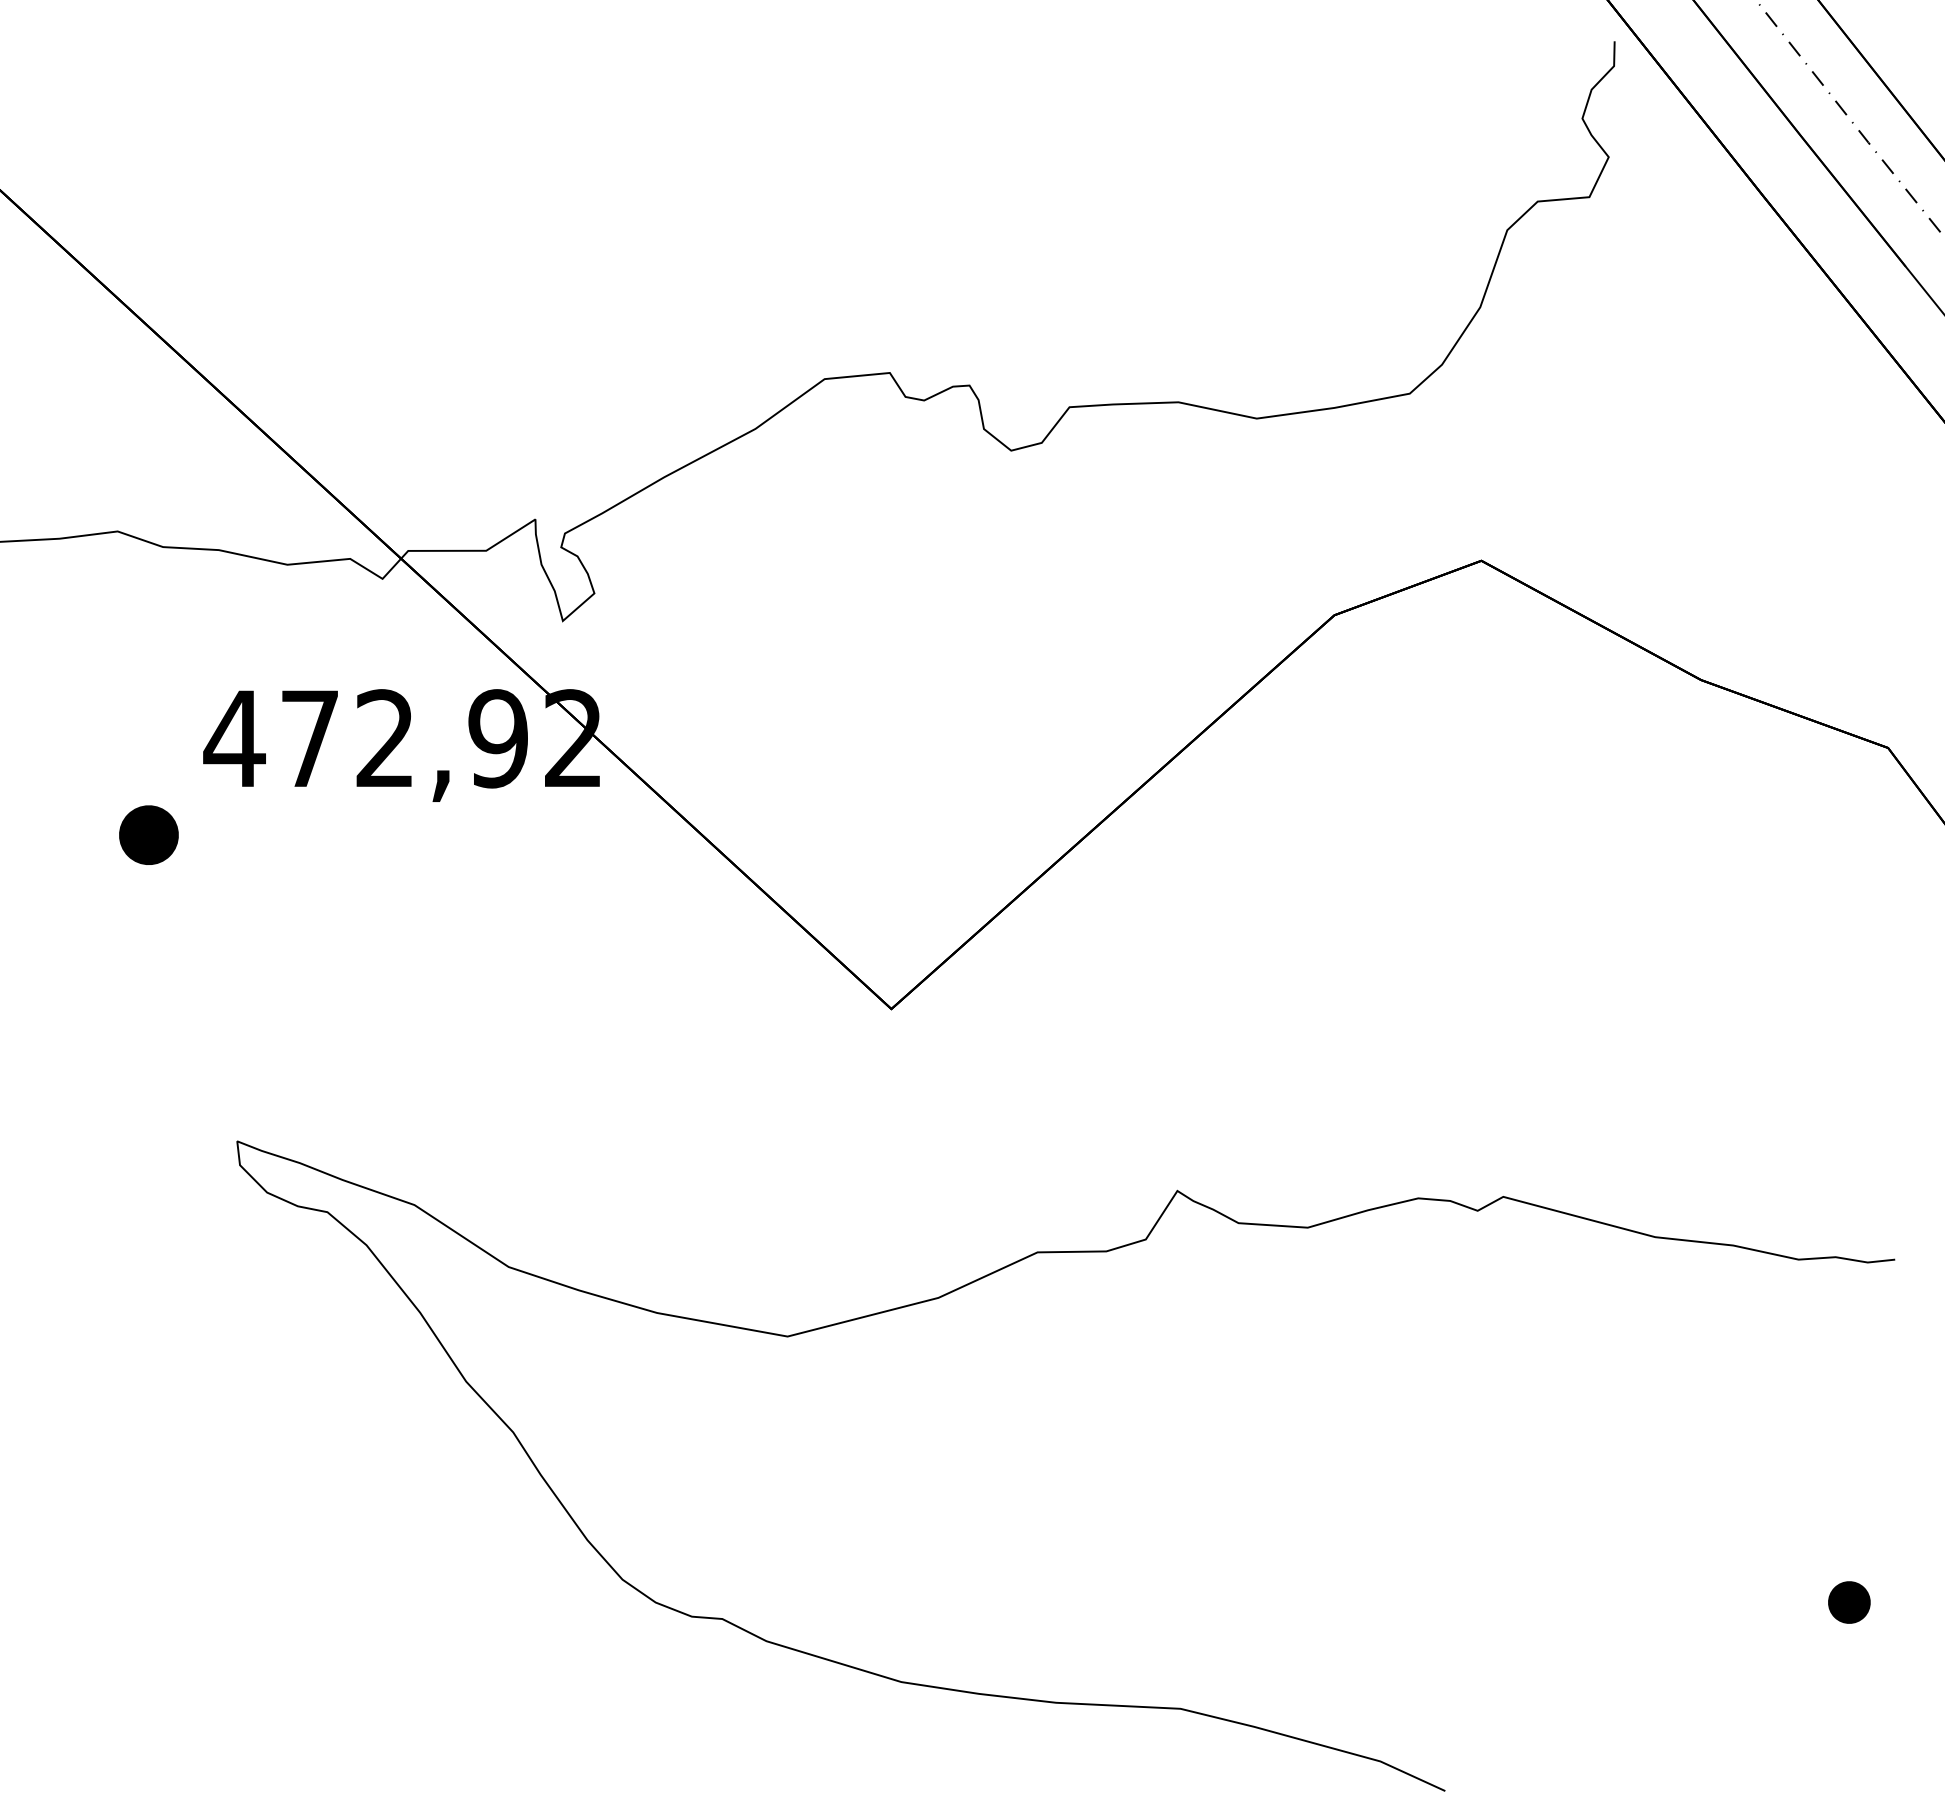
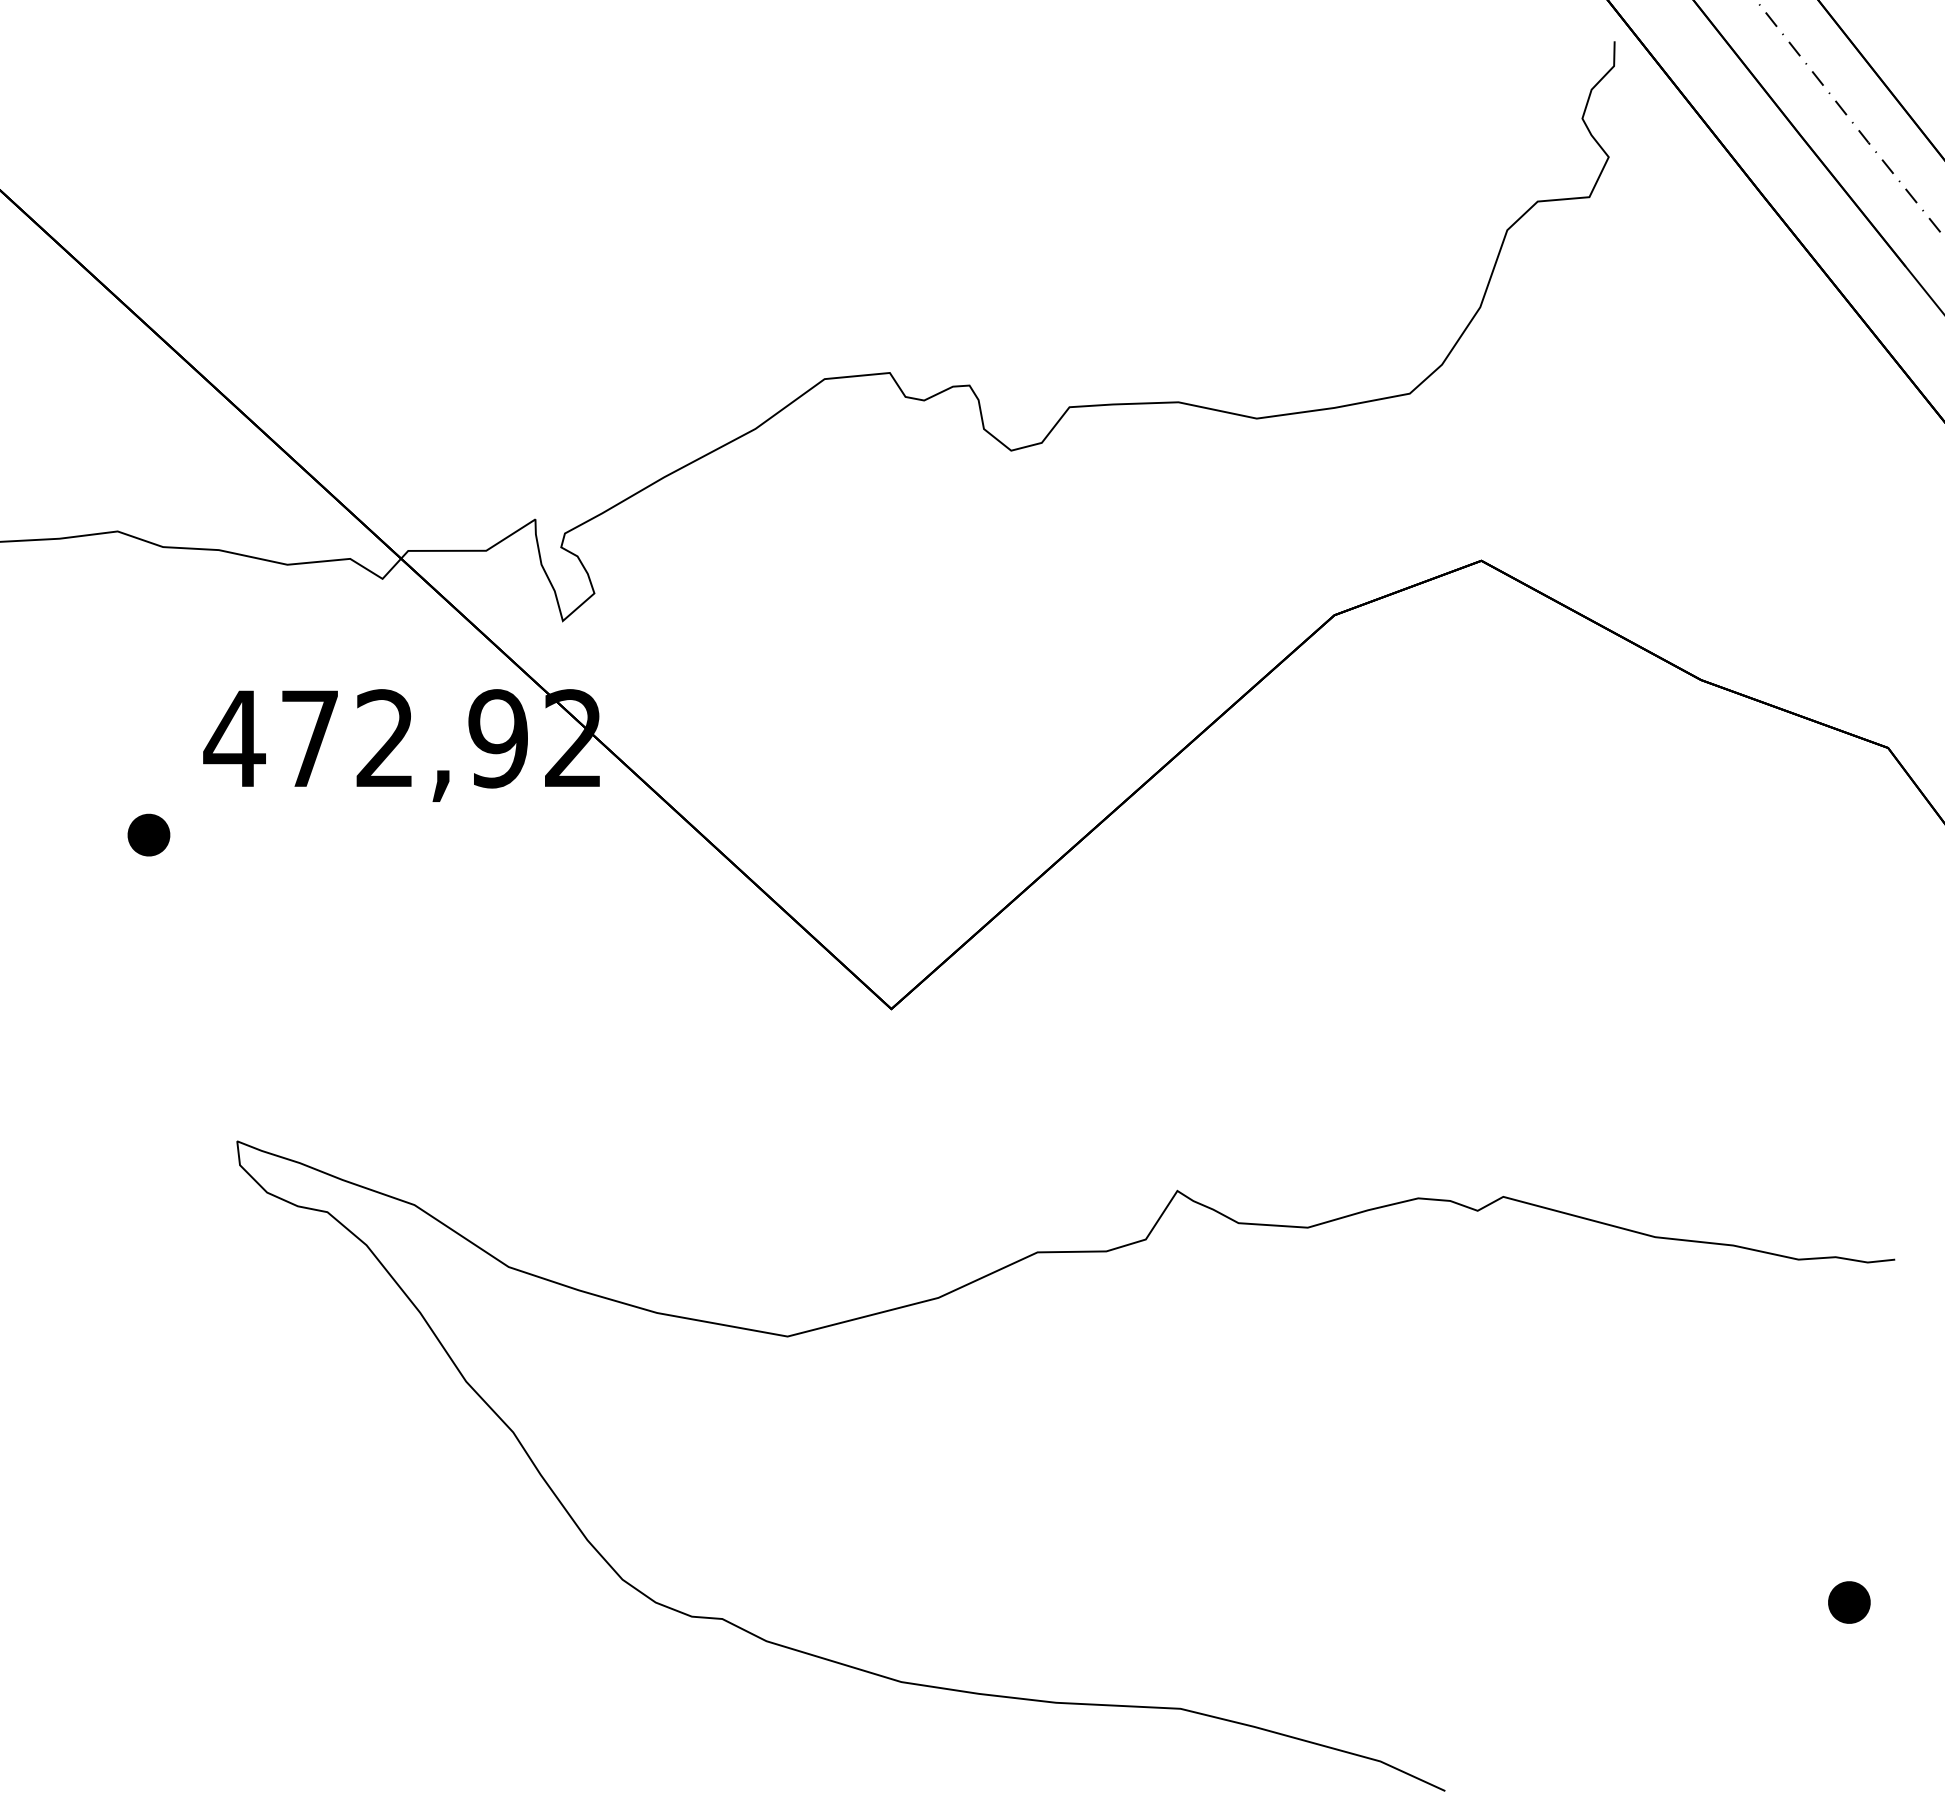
part at (148, 834) size: 60x60 px -> 44x44 px
